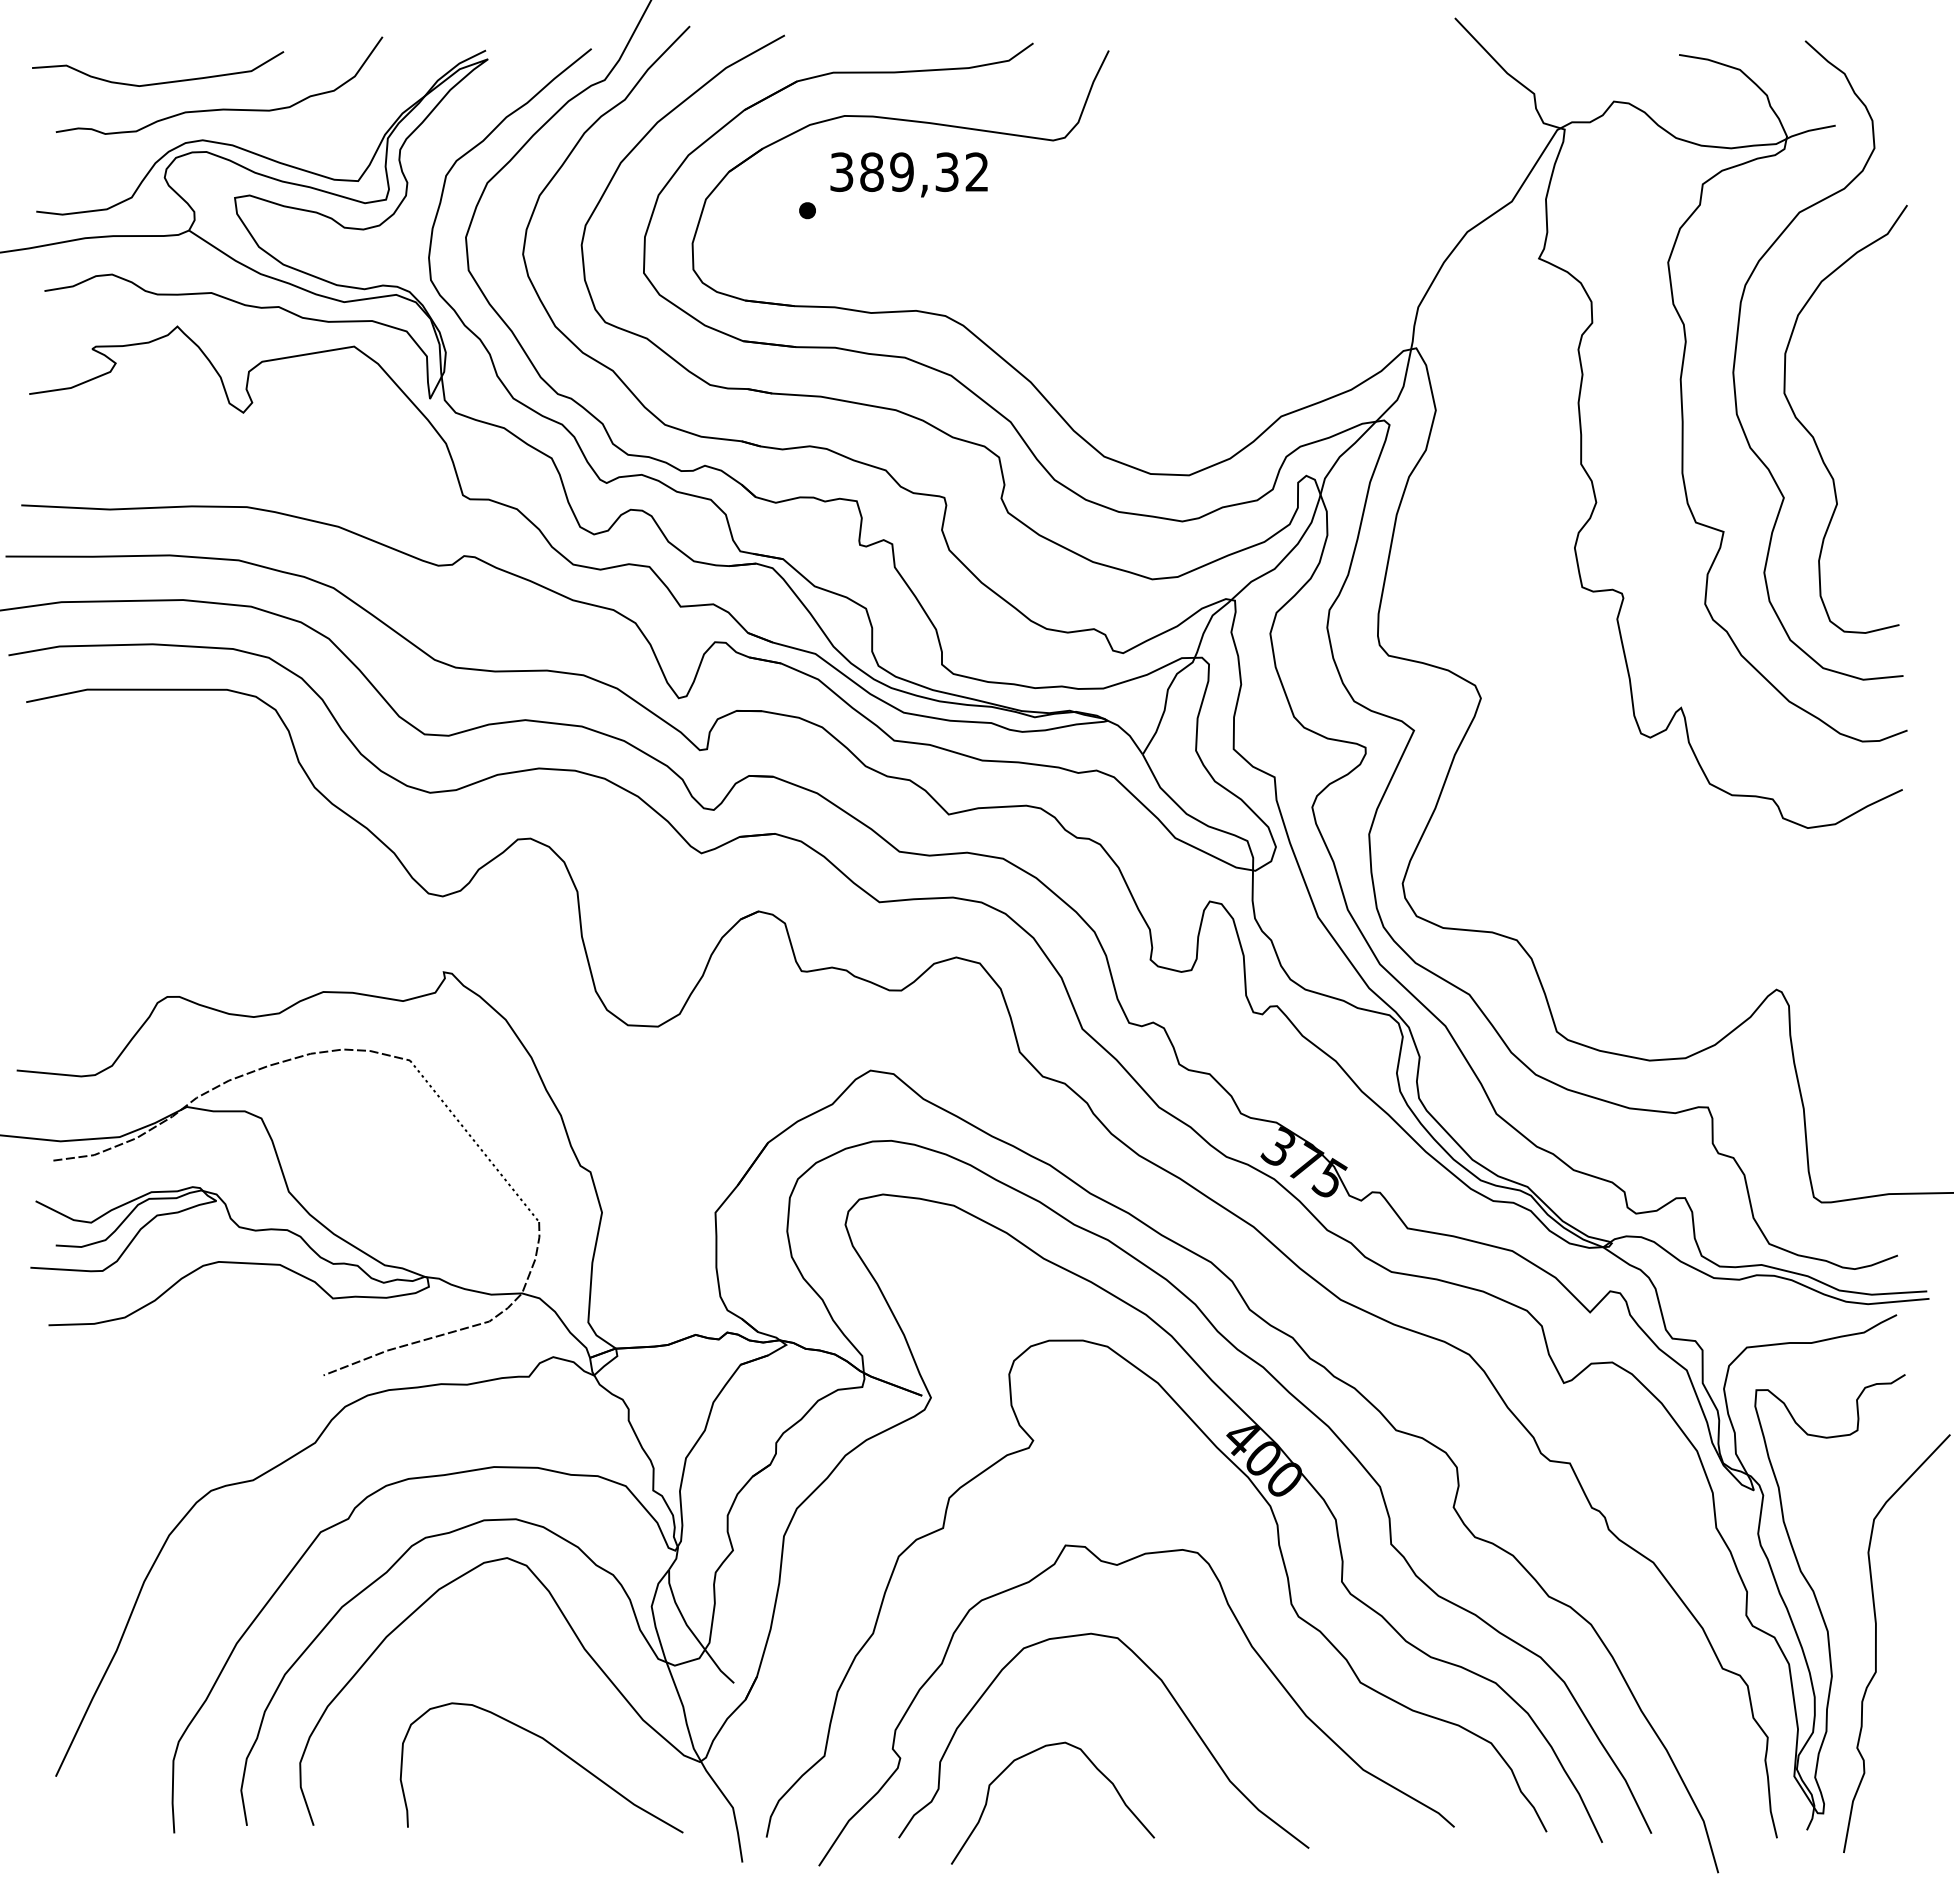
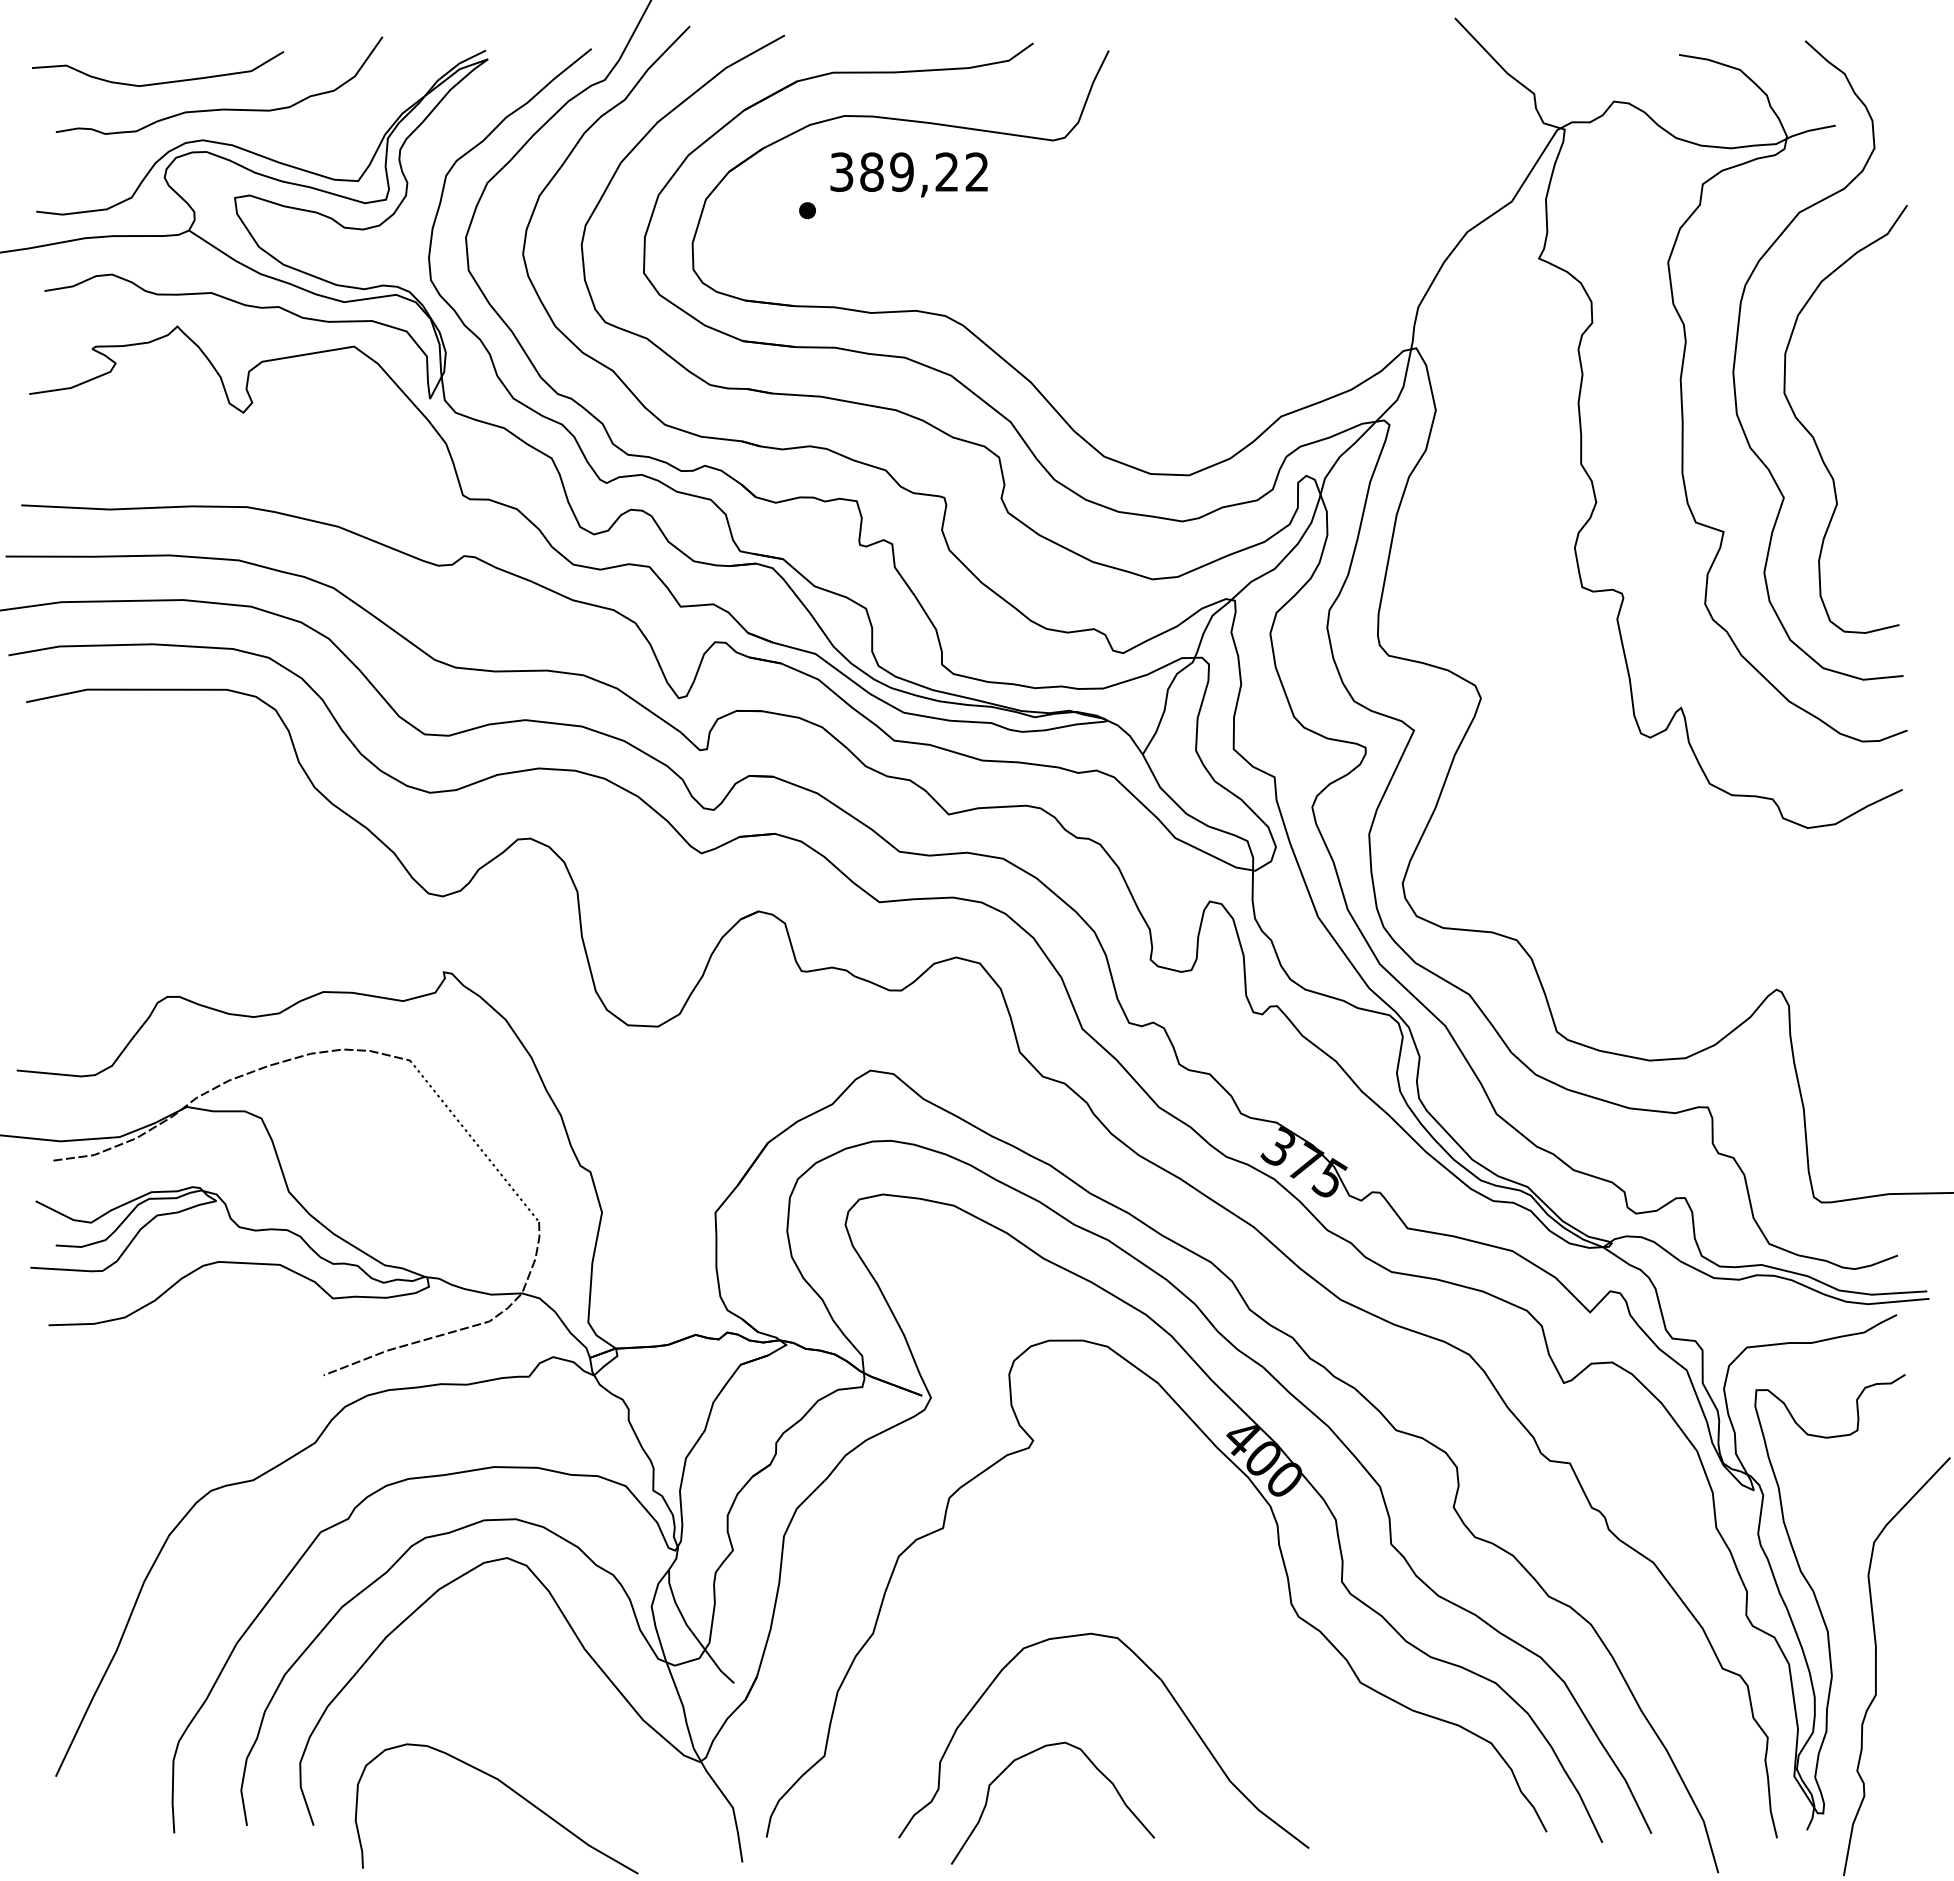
text at (946, 172): 389,32 -> 389,22
curve at (1876, 1643) position: (1876, 1643) -> (1876, 1666)
curve at (1250, 1646): present -> none
curve at (553, 1747) position: (553, 1747) -> (508, 1788)
